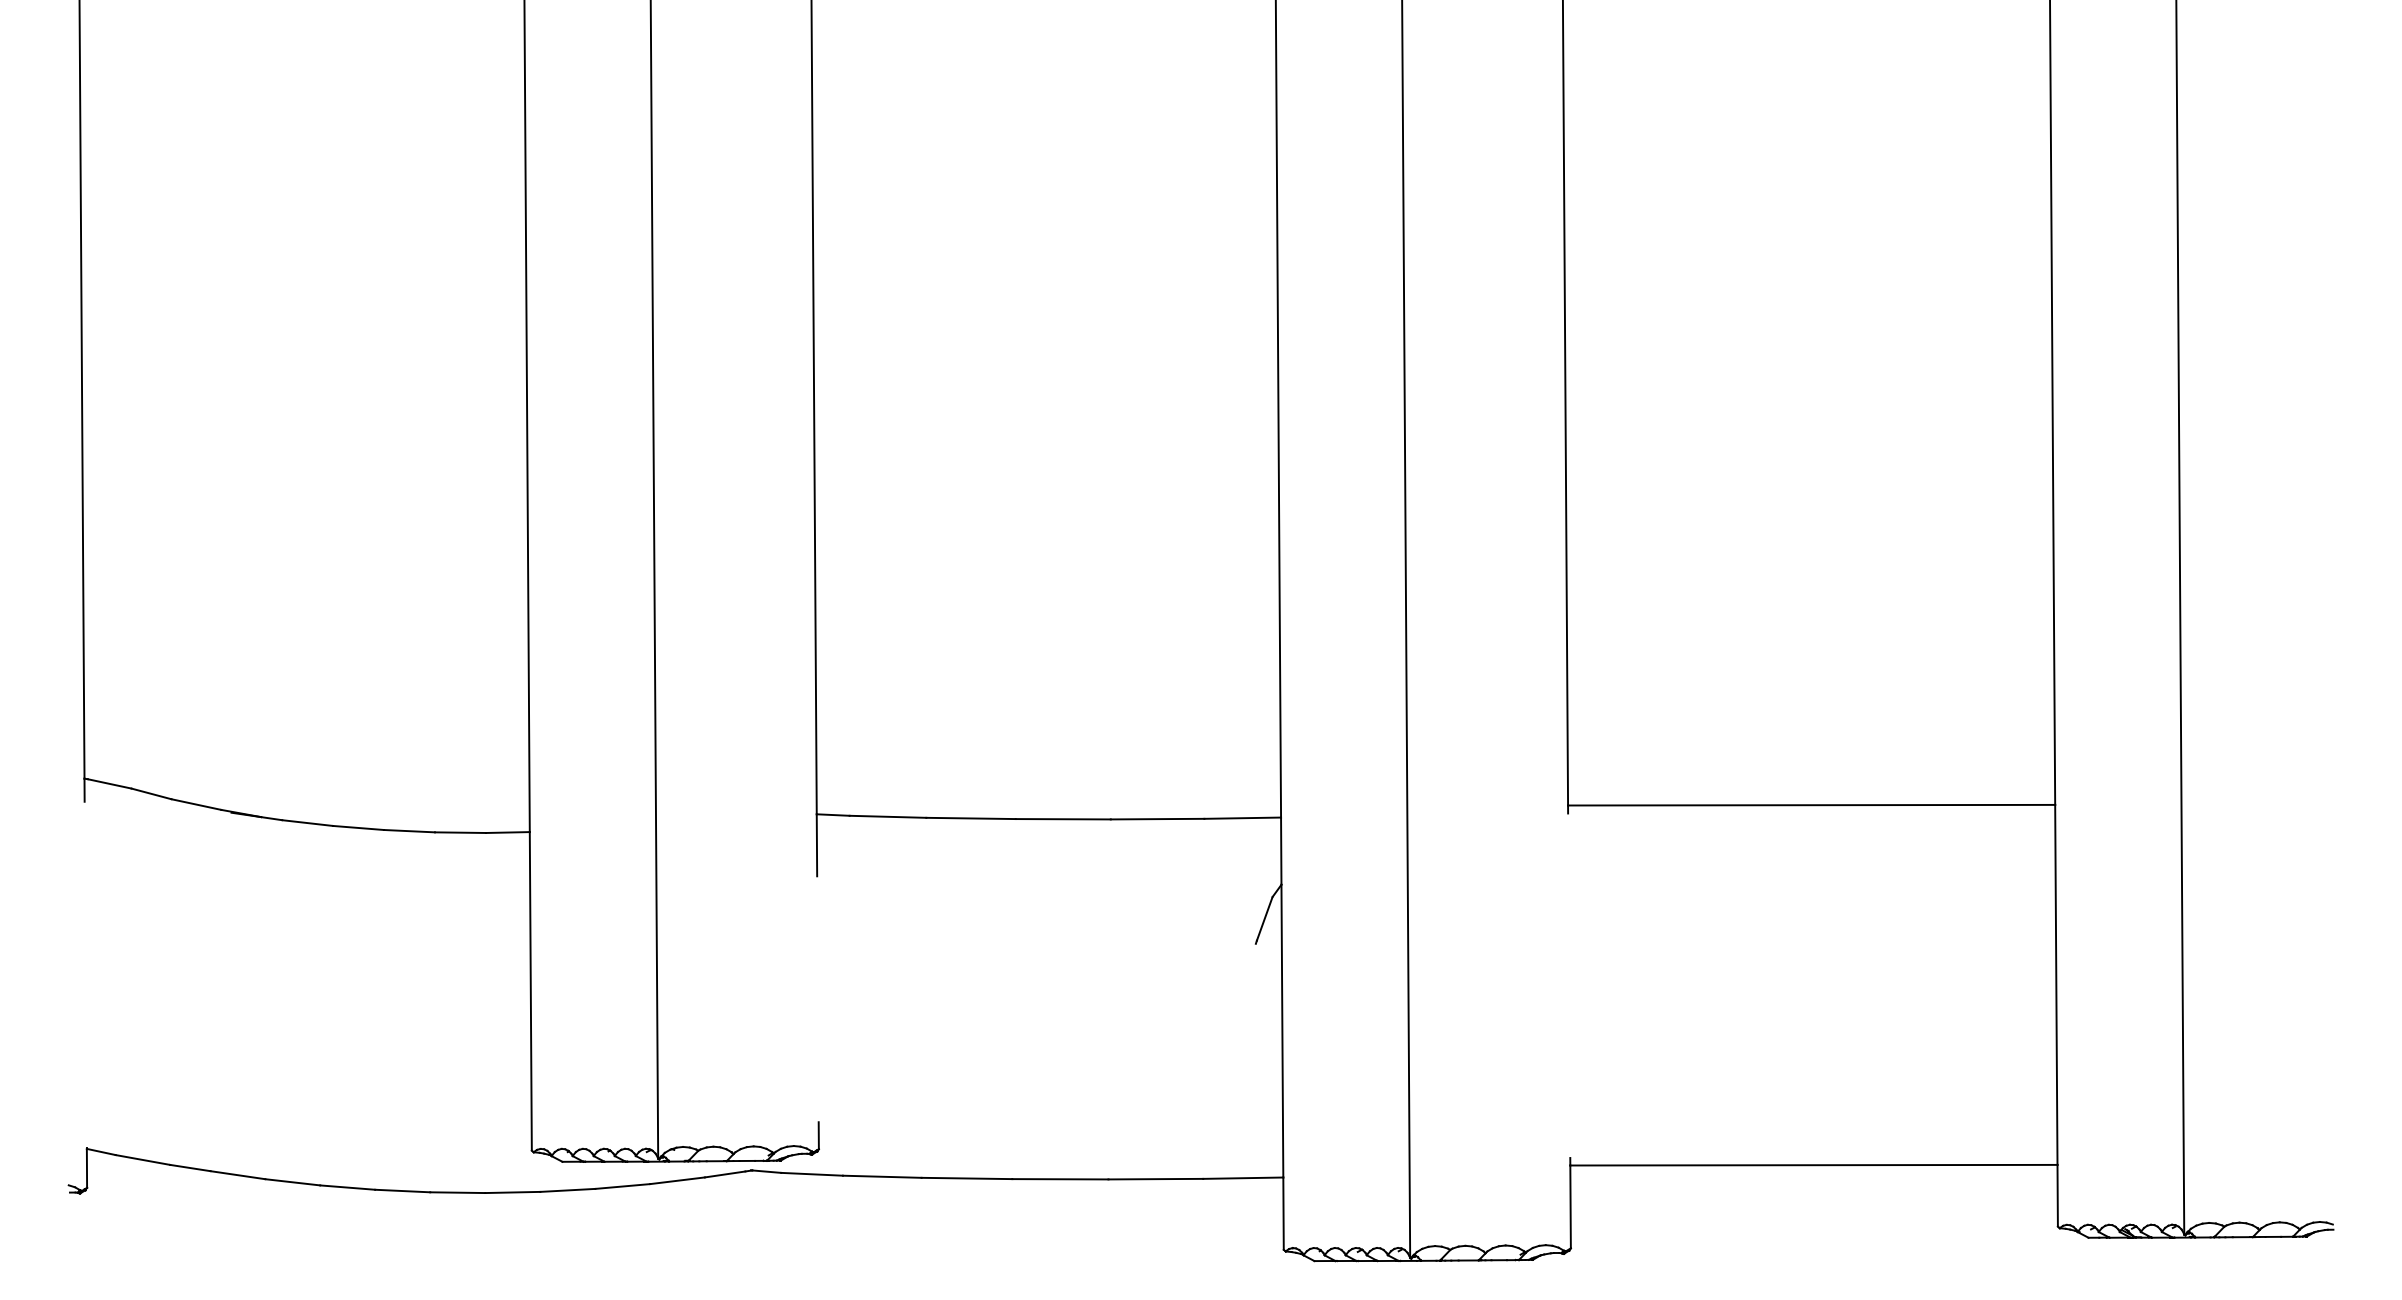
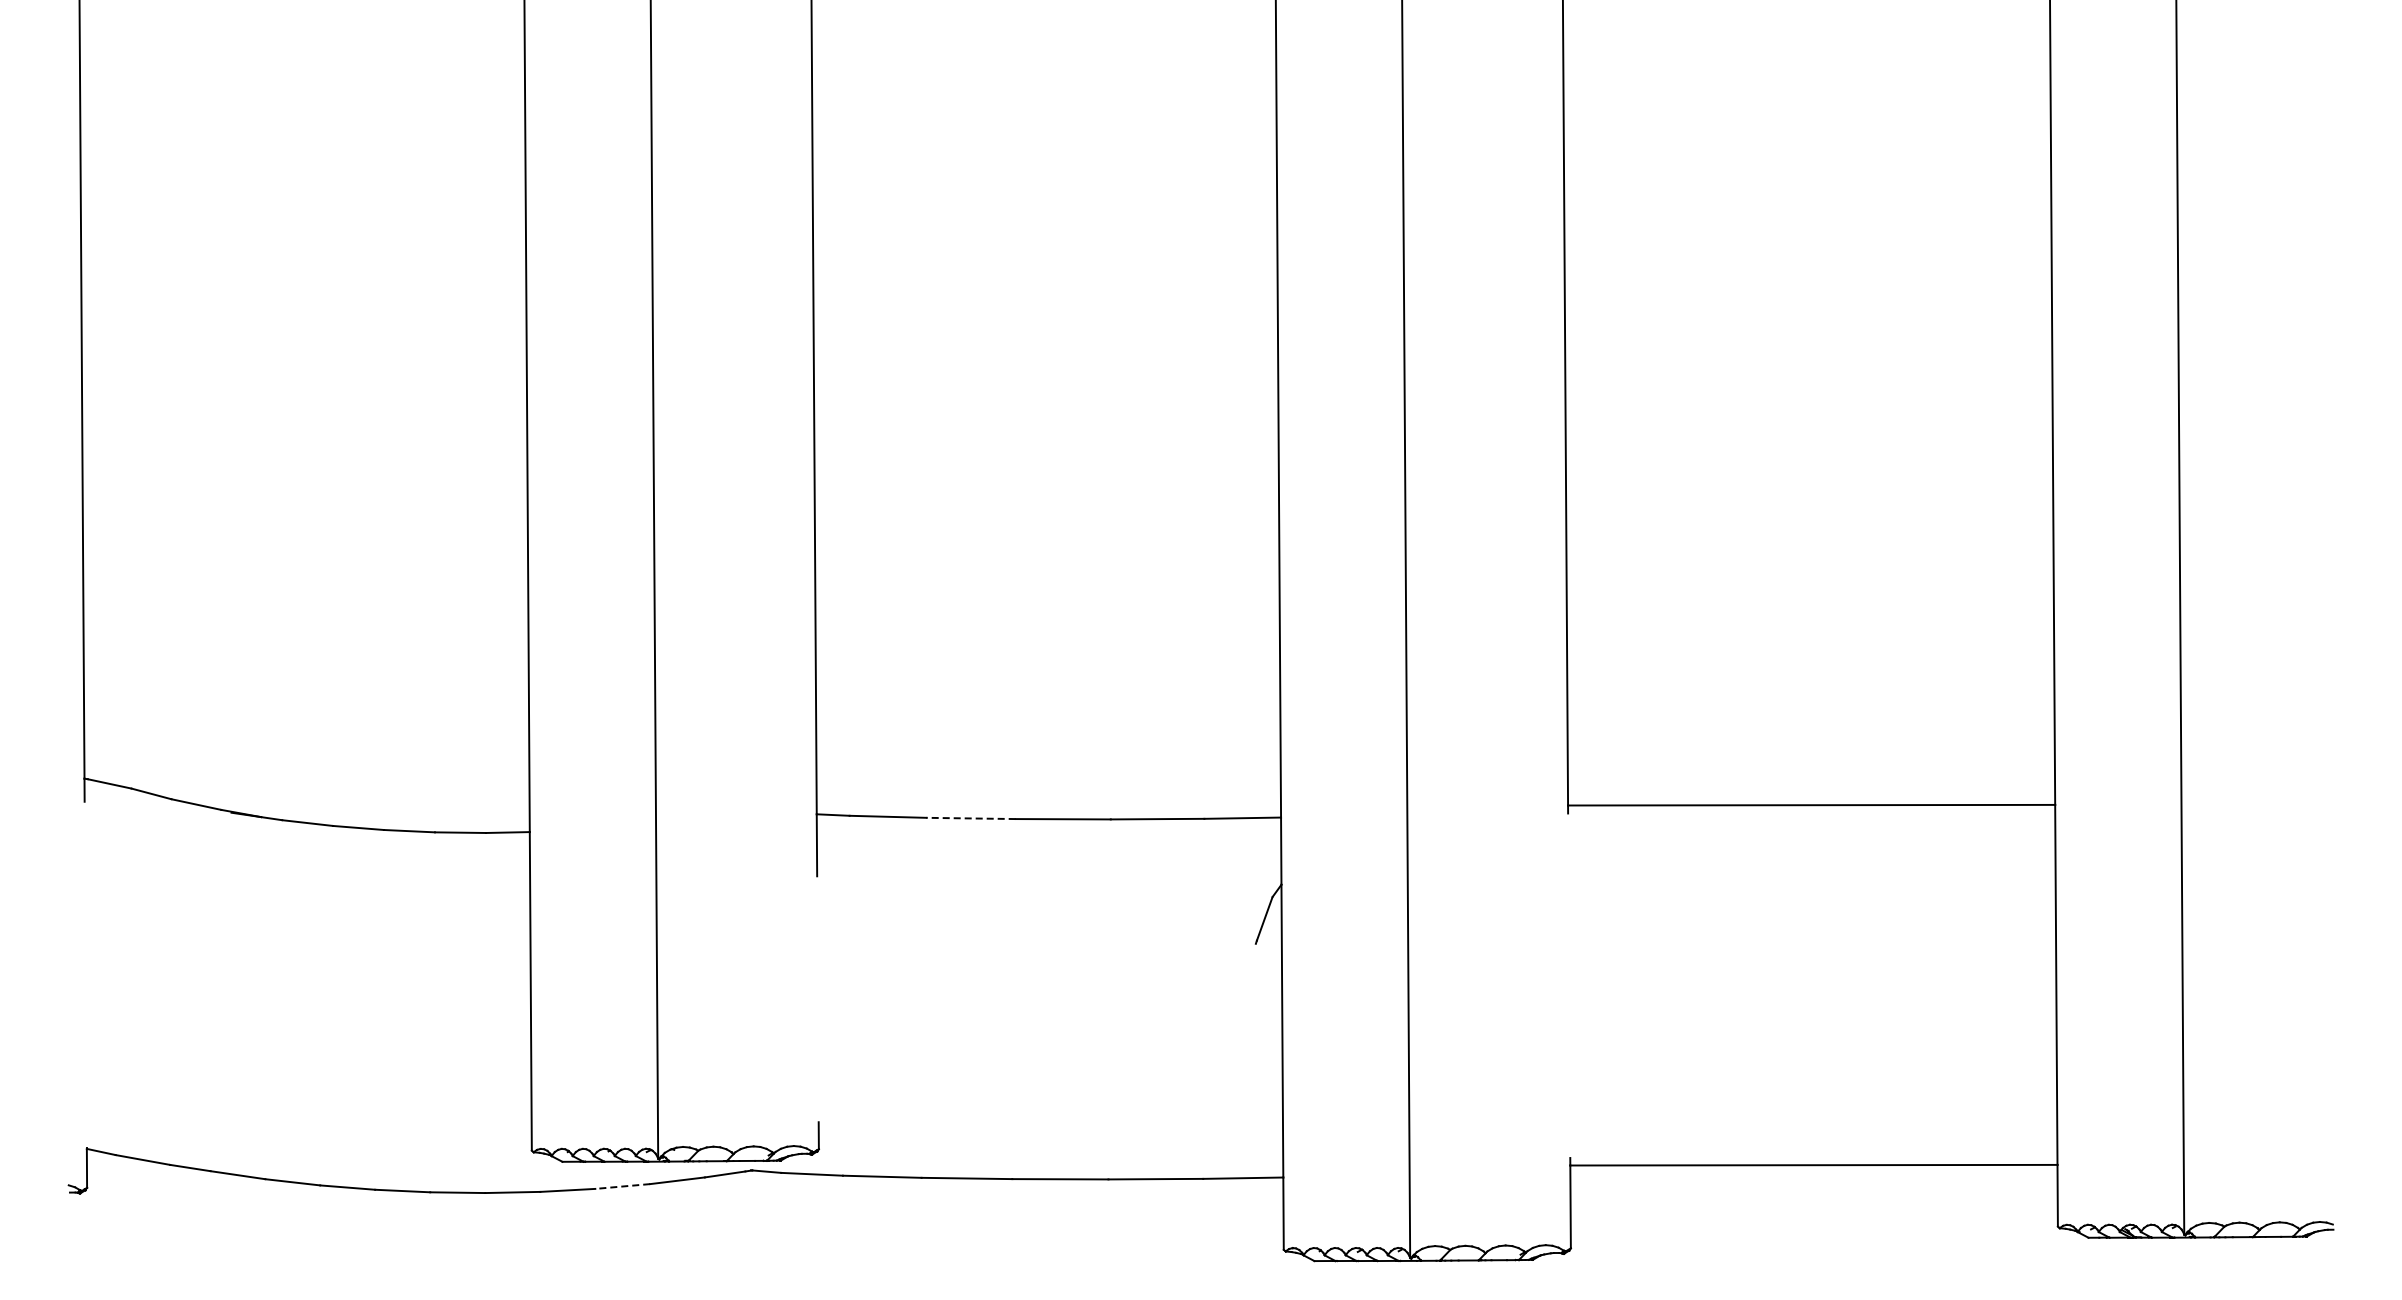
line at (971, 818): solid -> dashed
line at (622, 1186): solid -> dashed
